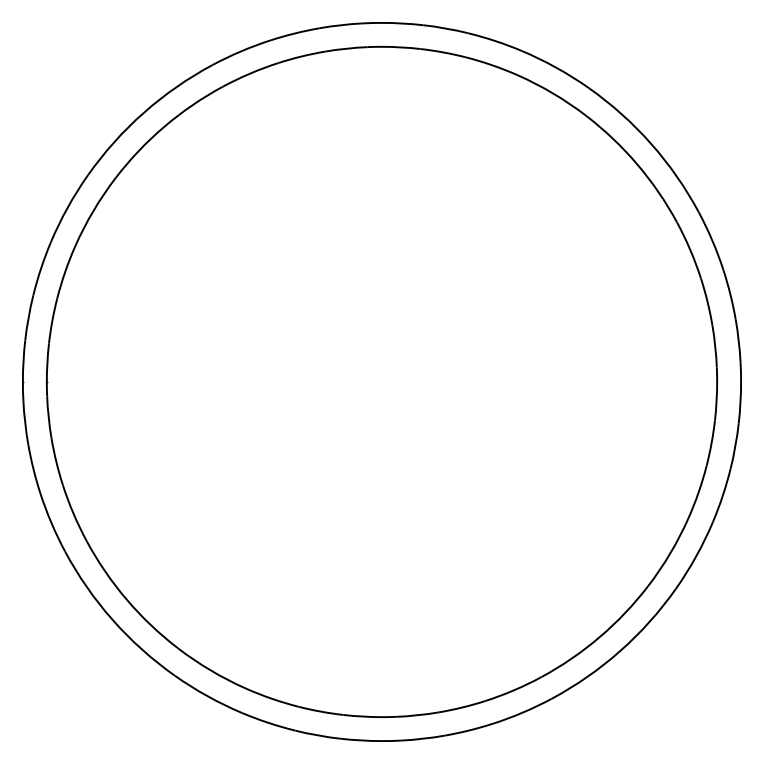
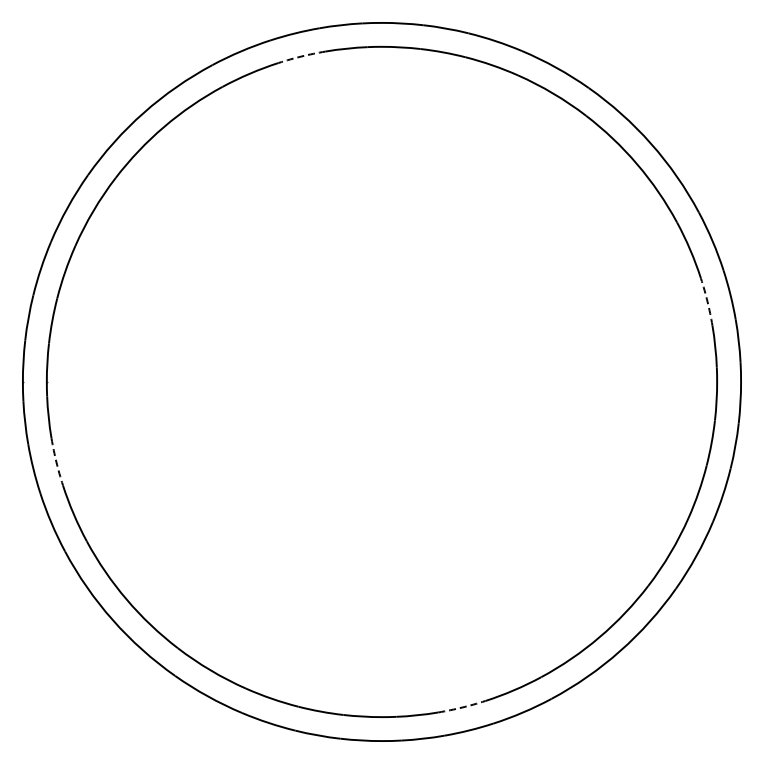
arc at (301, 56): solid -> dashed
arc at (707, 301): solid -> dashed
arc at (56, 462): solid -> dashed
arc at (462, 707): solid -> dashed
